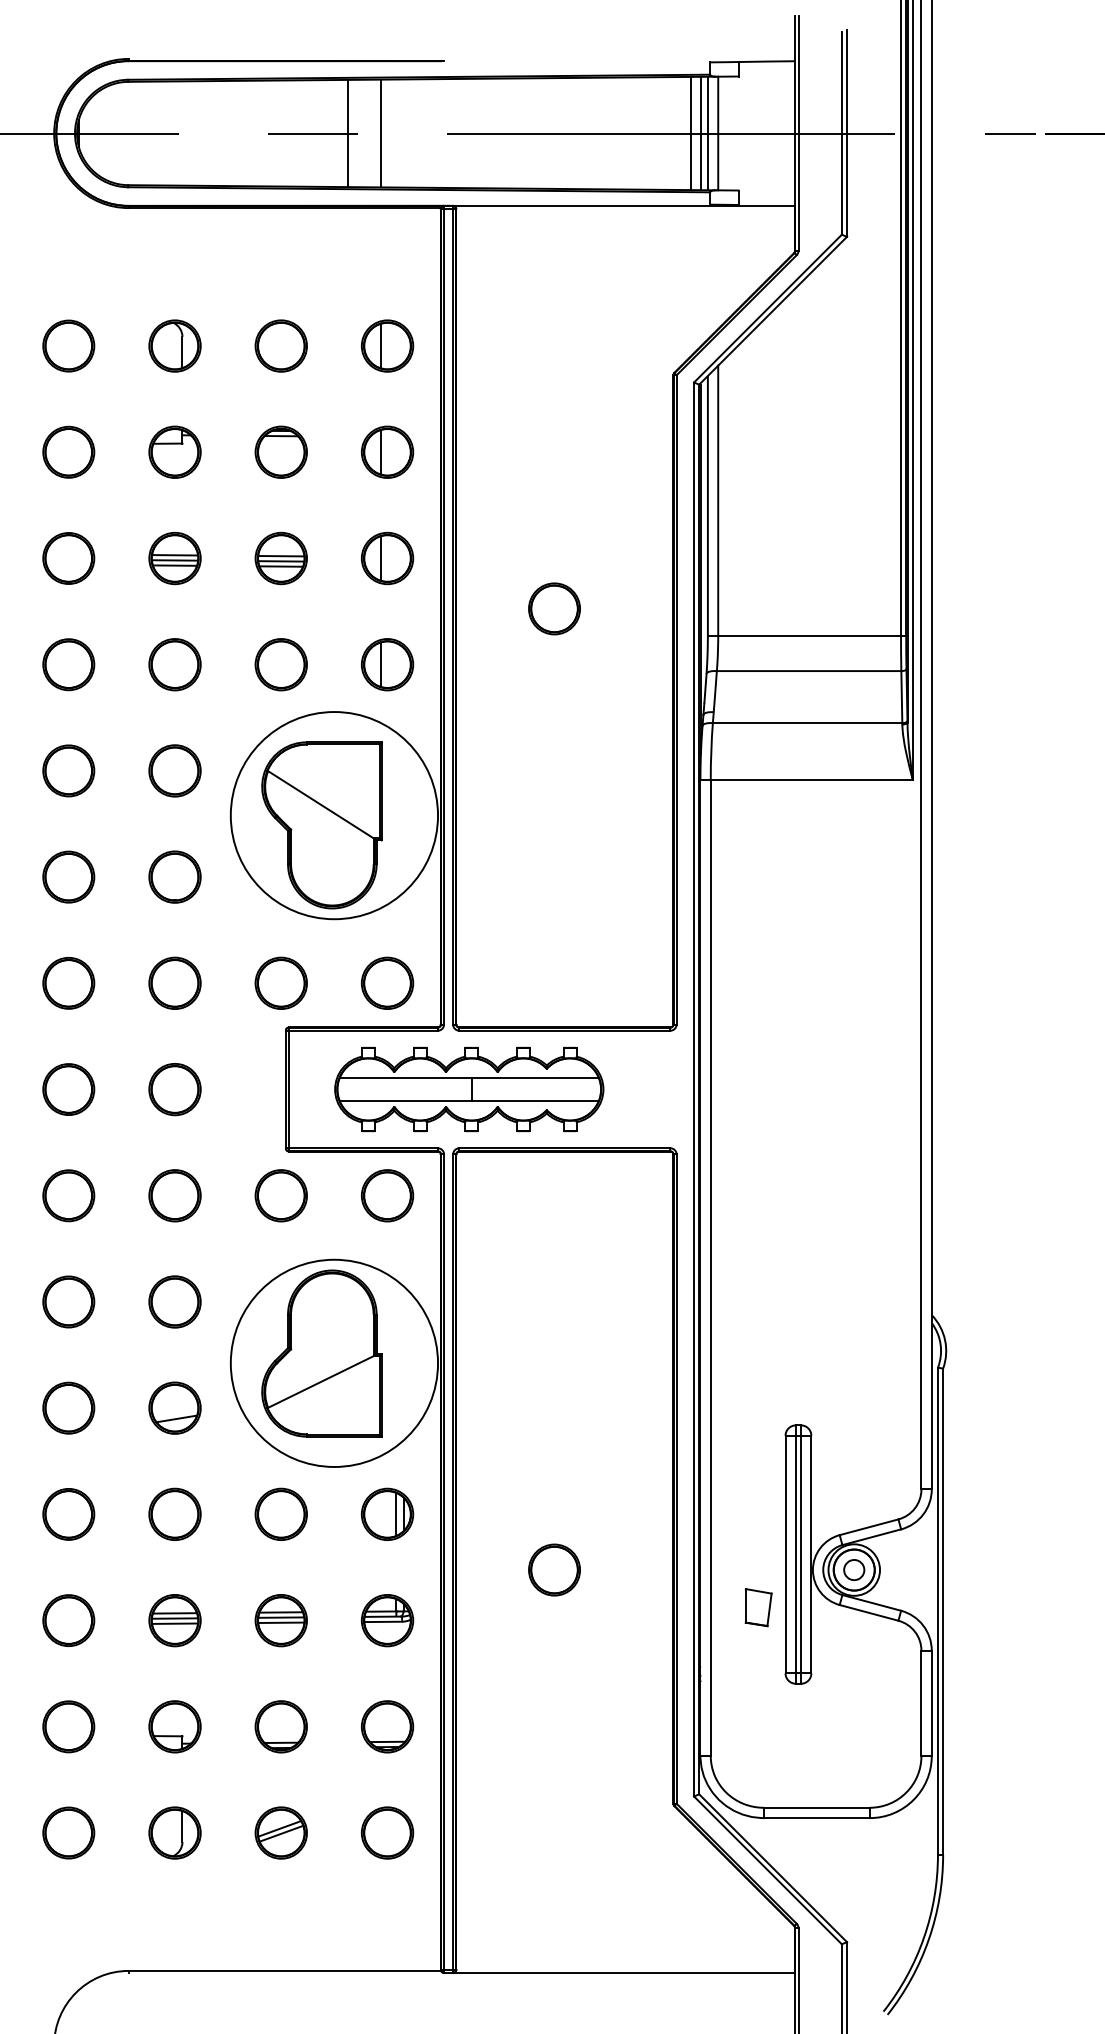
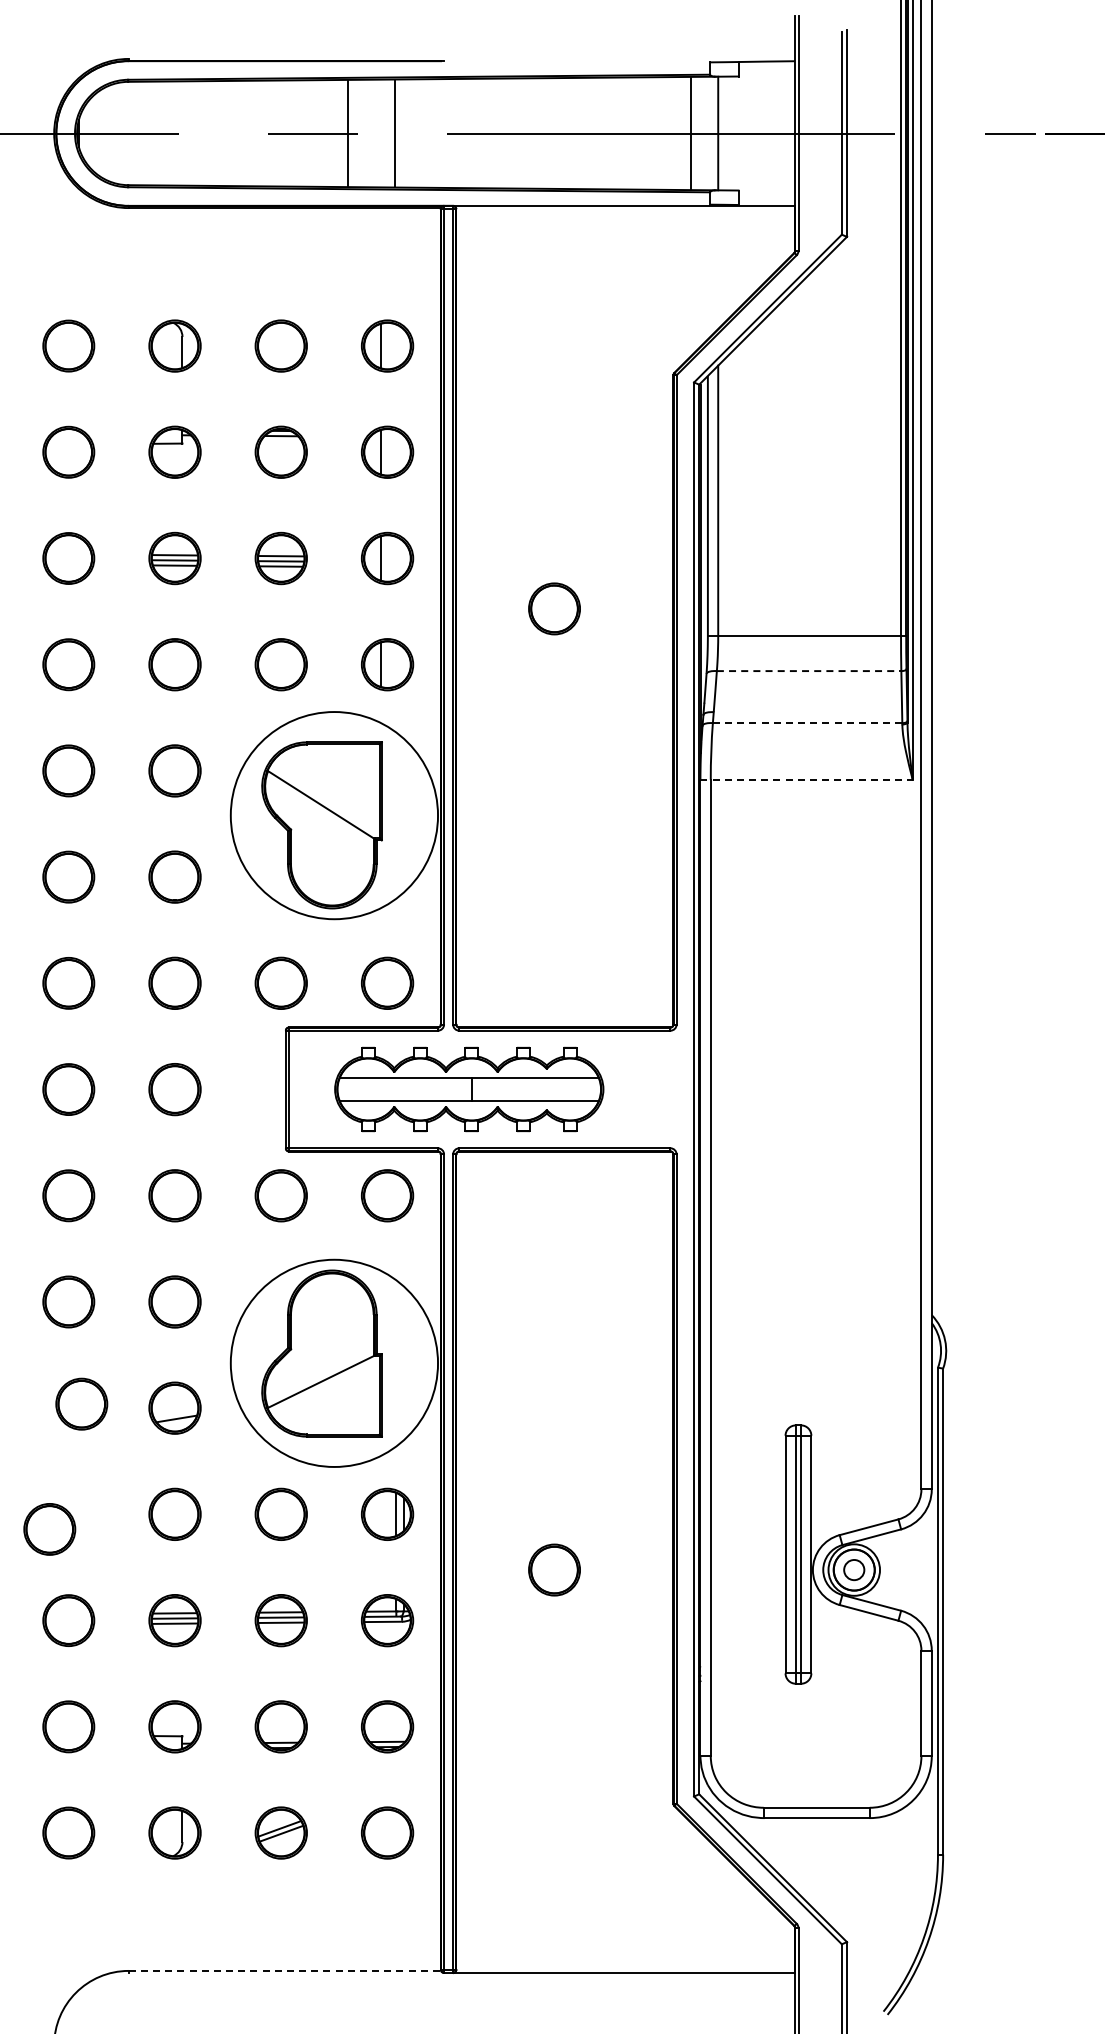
line at (381, 133) position: (381, 133) -> (395, 133)
line at (700, 133): present -> none
line at (707, 133): present -> none
line at (809, 671): solid -> dashed
line at (807, 723): solid -> dashed
line at (807, 779): solid -> dashed
part at (68, 1407) position: (68, 1407) -> (81, 1403)
part at (68, 1514) position: (68, 1514) -> (49, 1529)
part at (758, 1607): present -> none
line at (285, 1970): solid -> dashed
